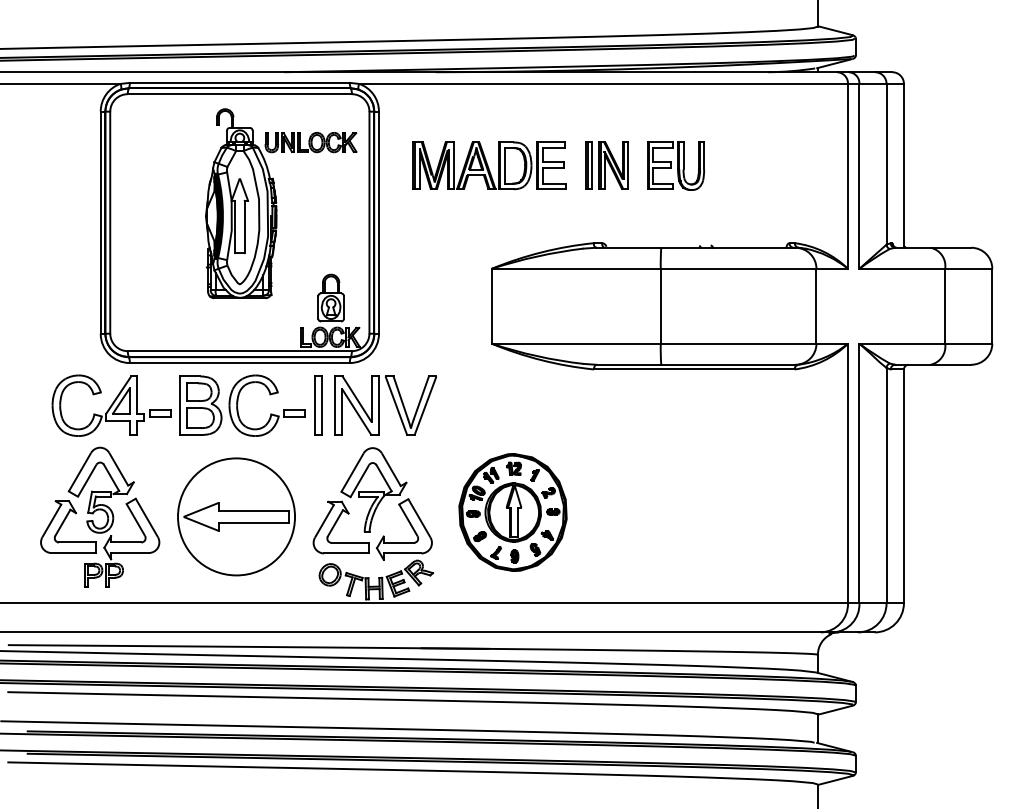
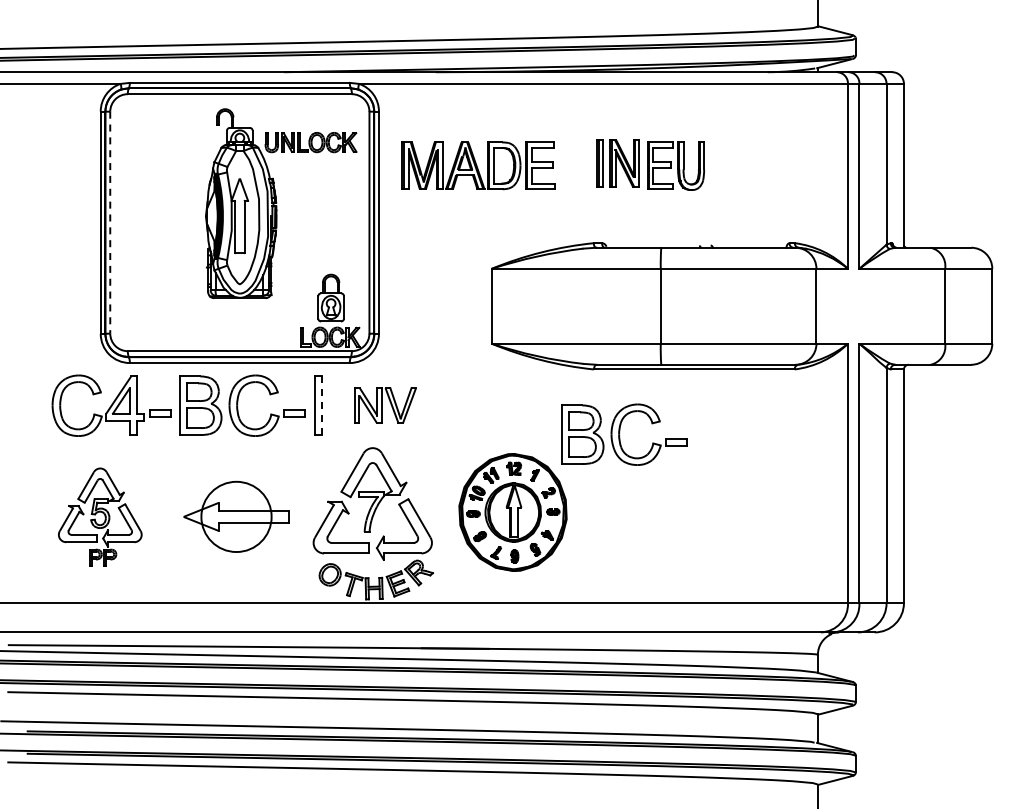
part at (489, 165) position: (489, 165) -> (478, 165)
part at (606, 165) position: (606, 165) -> (617, 163)
line at (110, 223): solid -> dashed
part at (385, 405) size: 103x61 px -> 63x37 px
line at (322, 406): solid -> dashed
part at (624, 434): none -> present
part at (100, 516) size: 121x142 px -> 85x100 px
circle at (236, 516) diameter: 117 px -> 70 px
